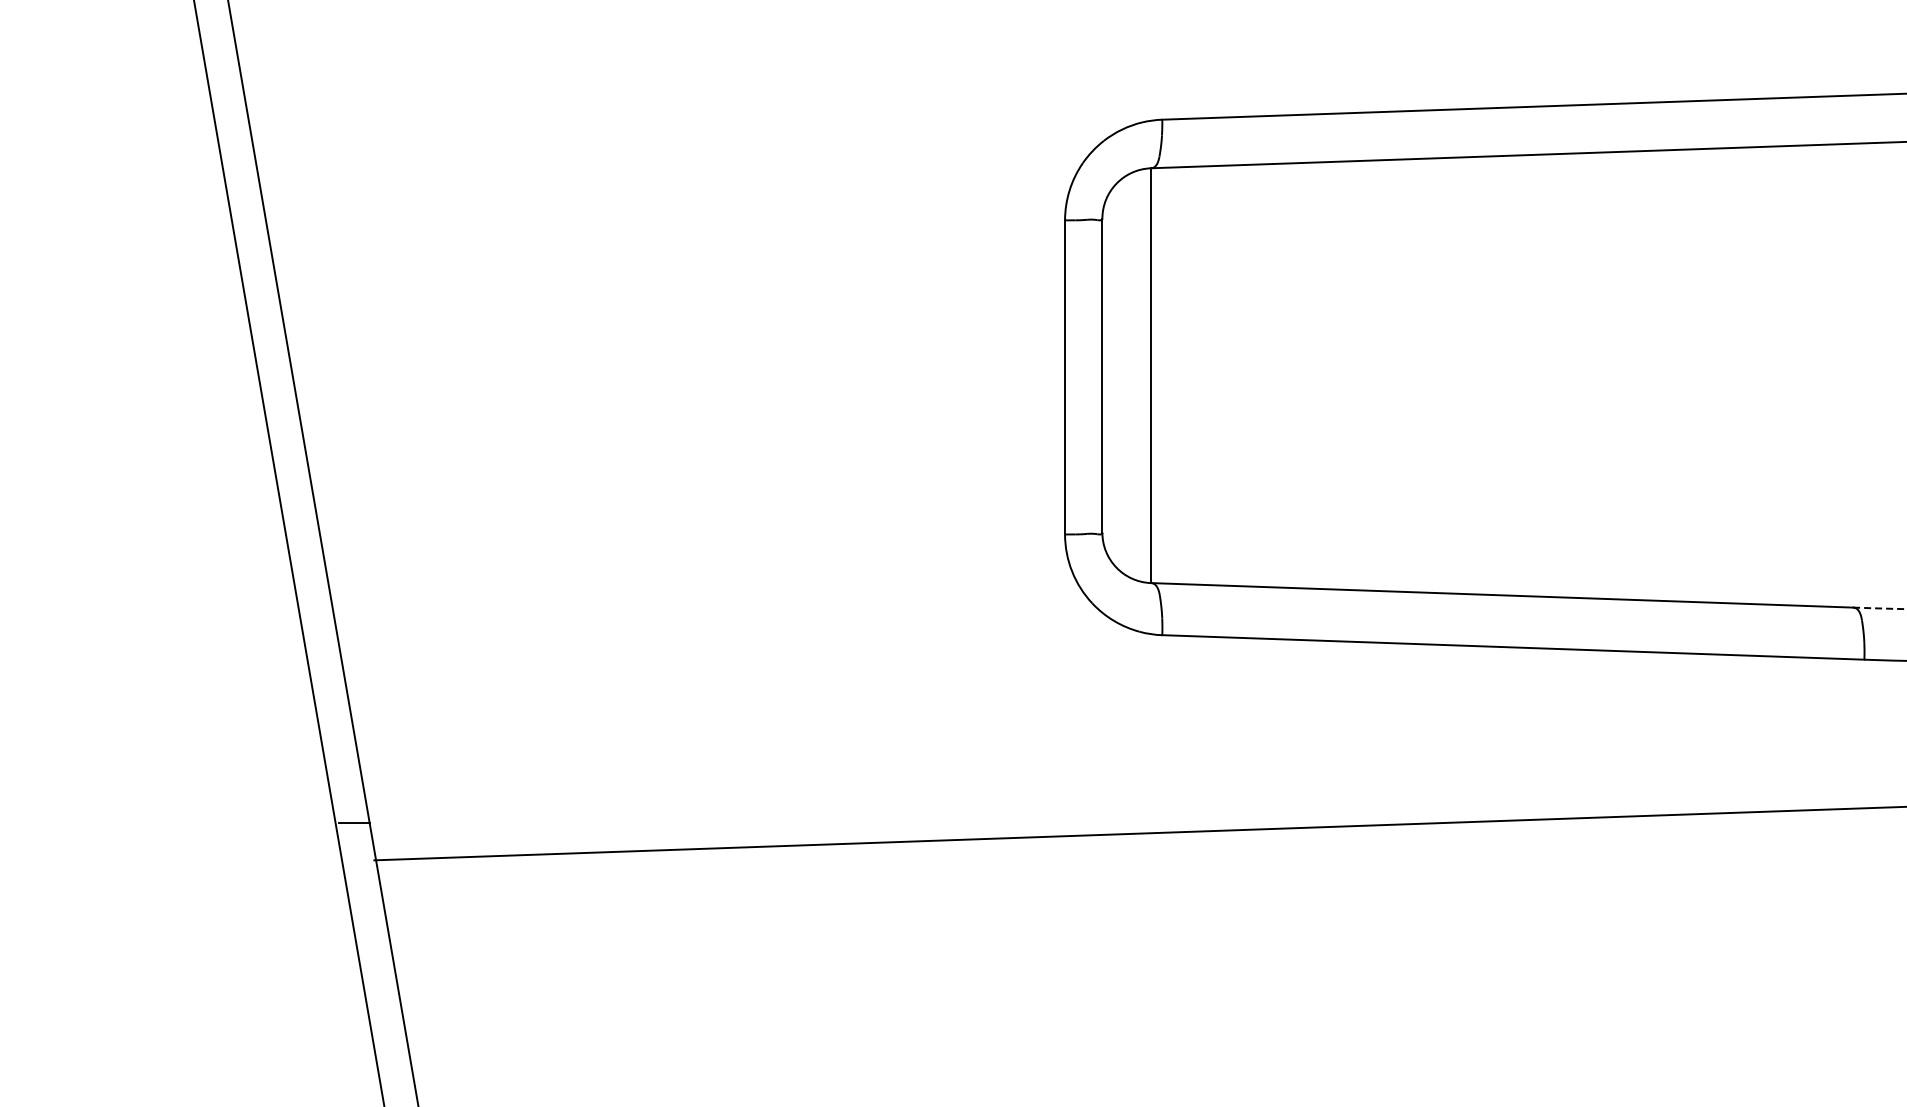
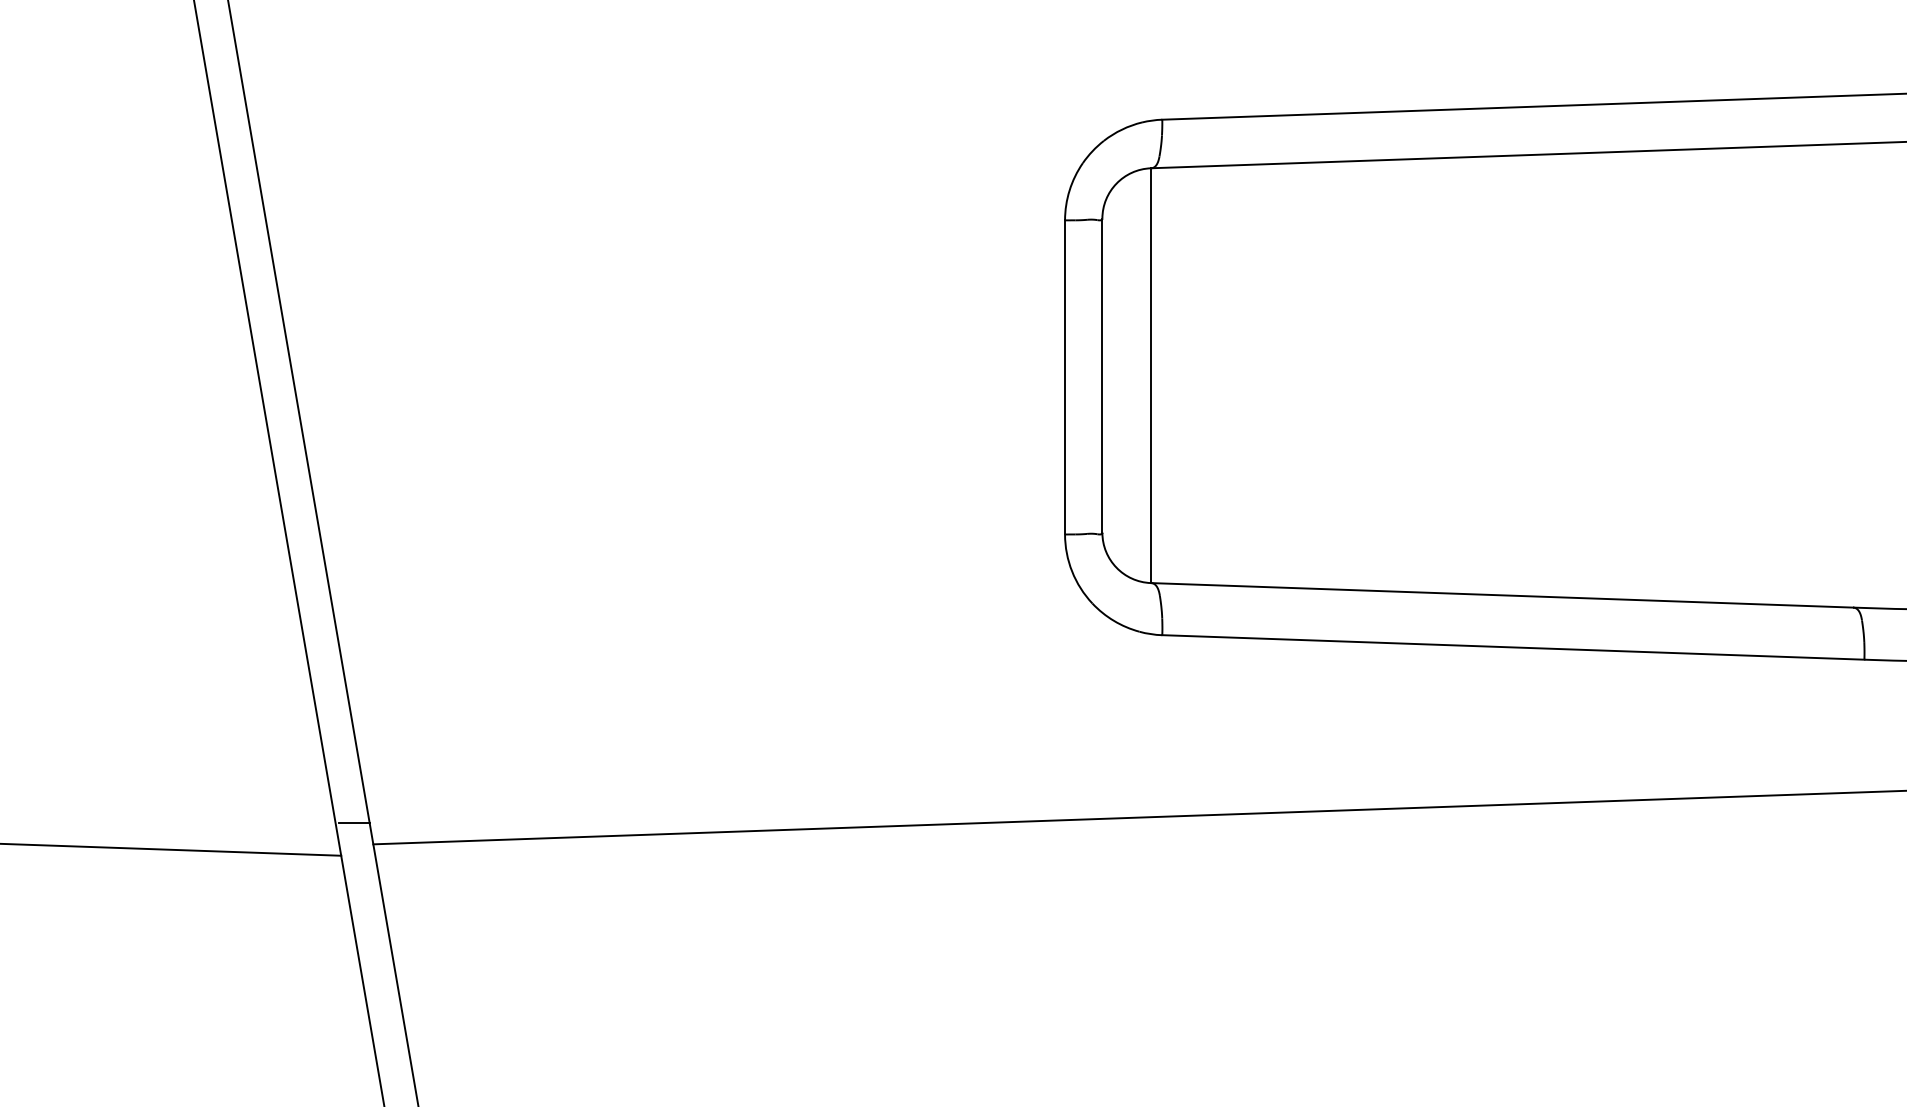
arc at (1879, 608): dashed -> solid
line at (1138, 833) position: (1138, 833) -> (1138, 817)
line at (171, 849): none -> present
